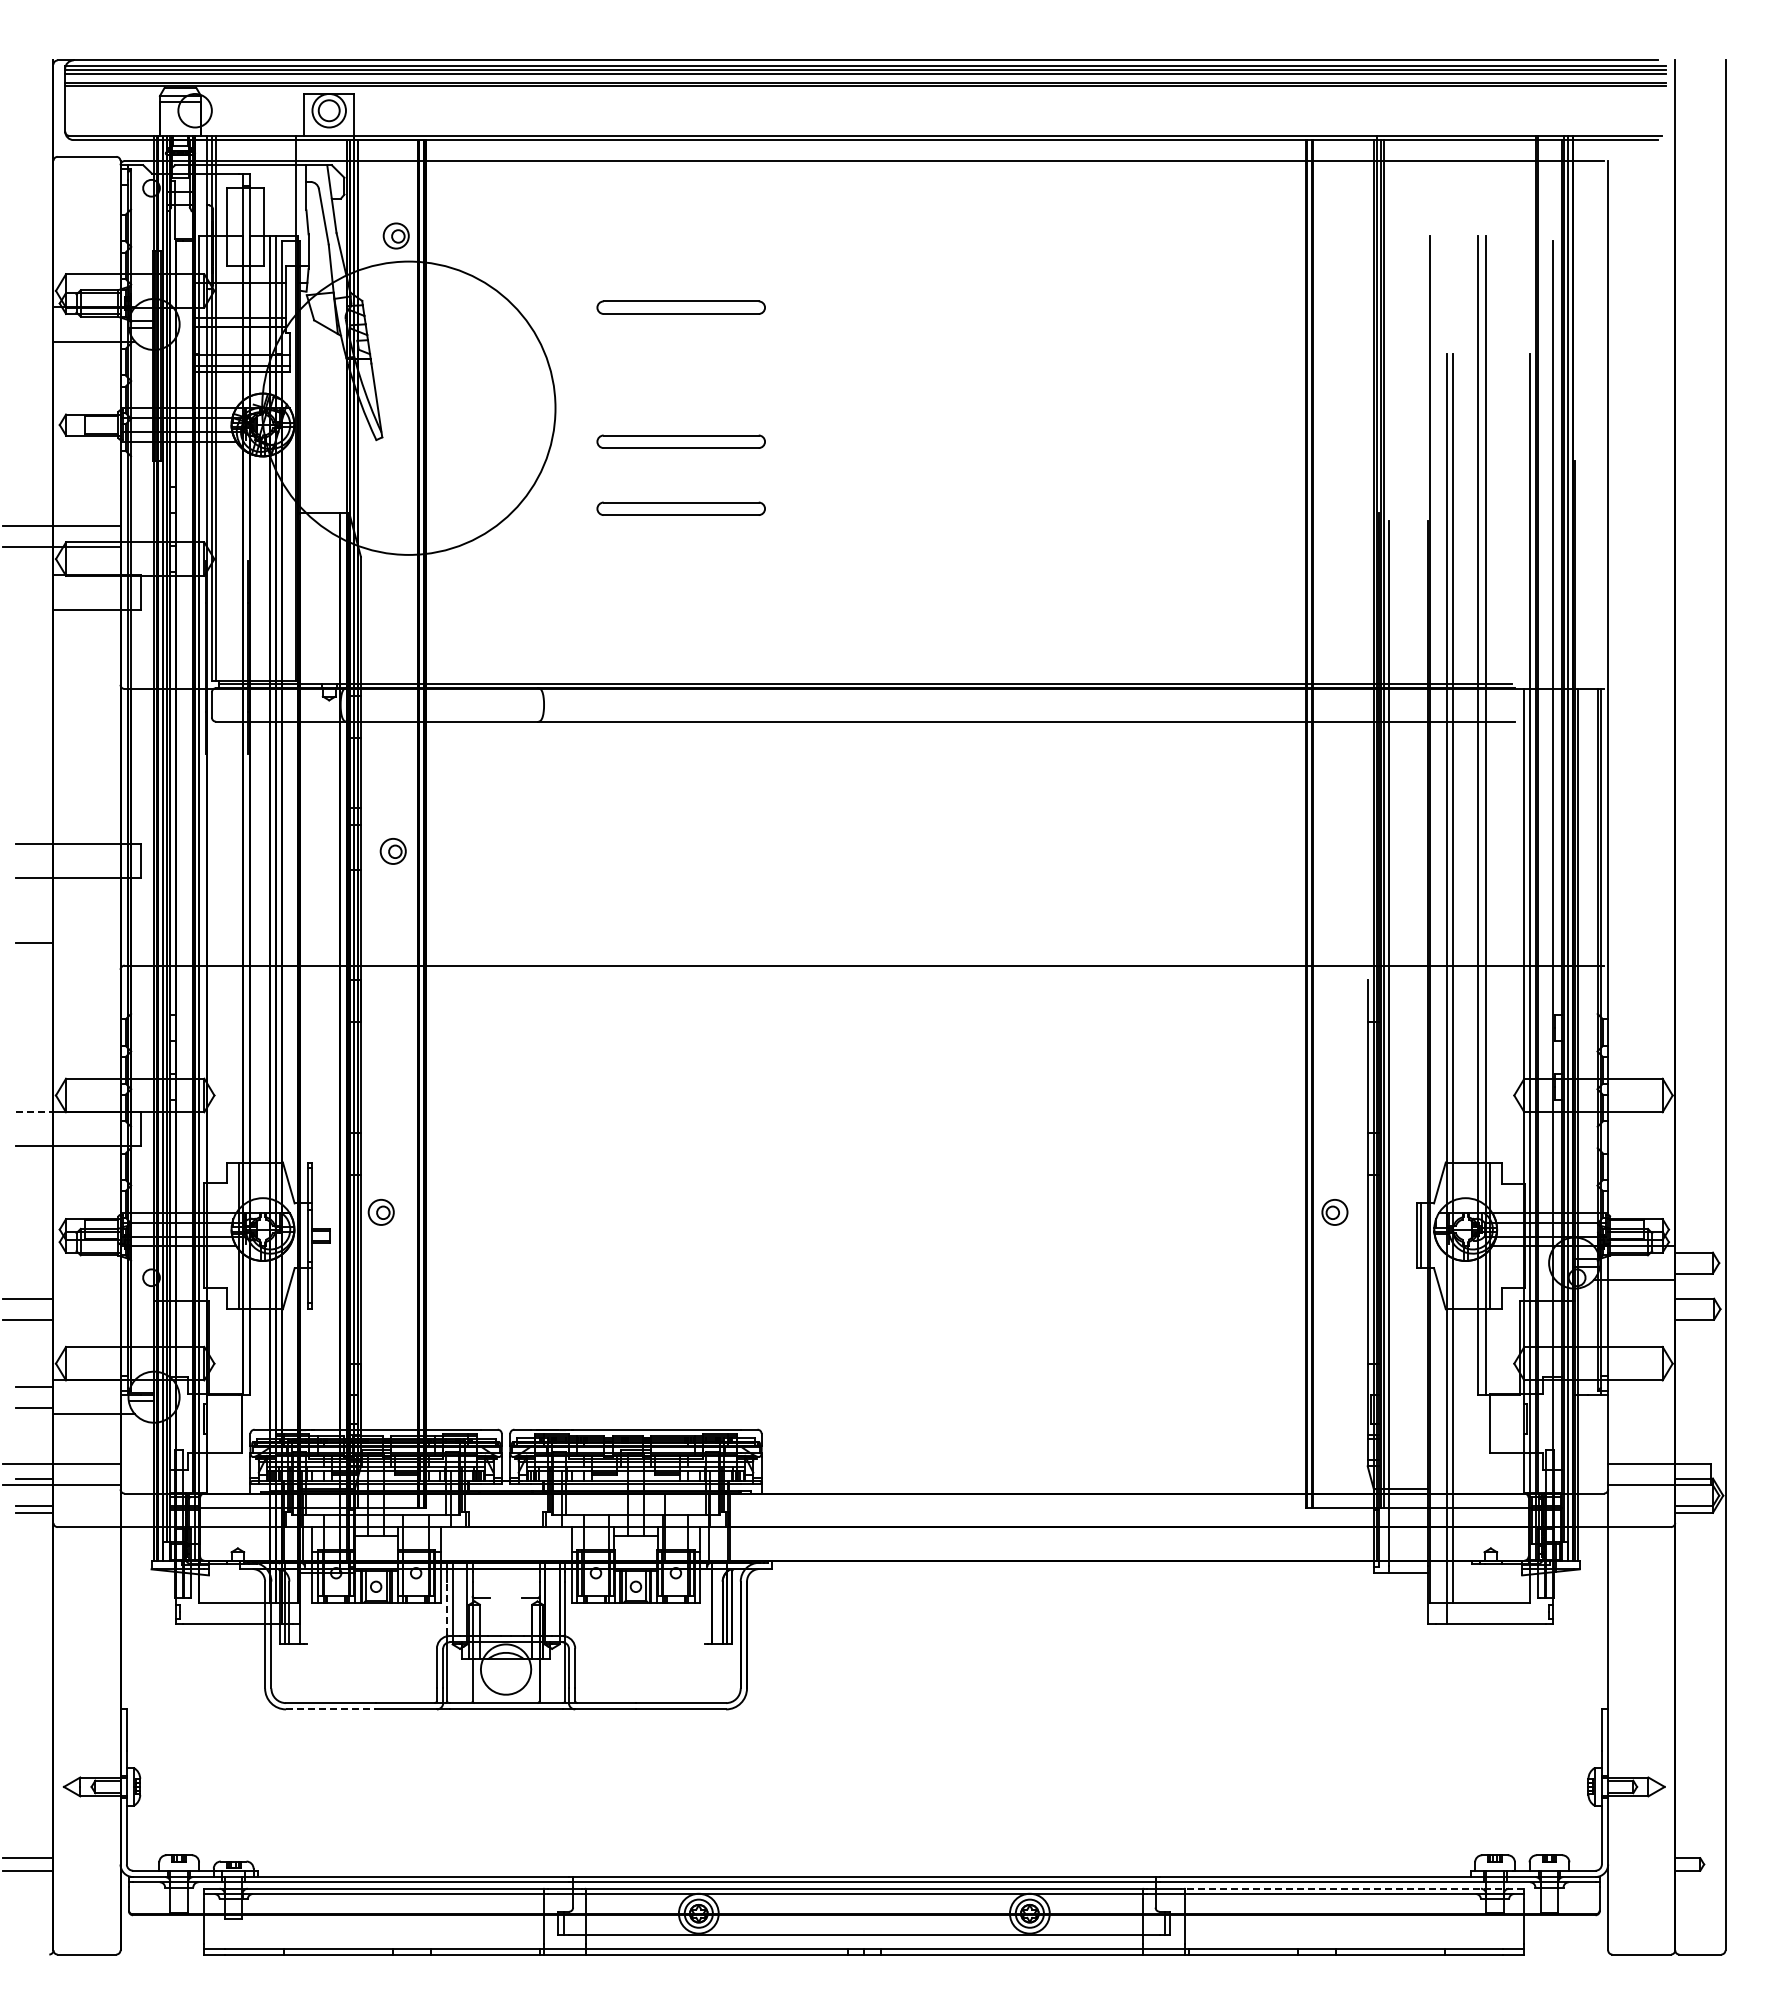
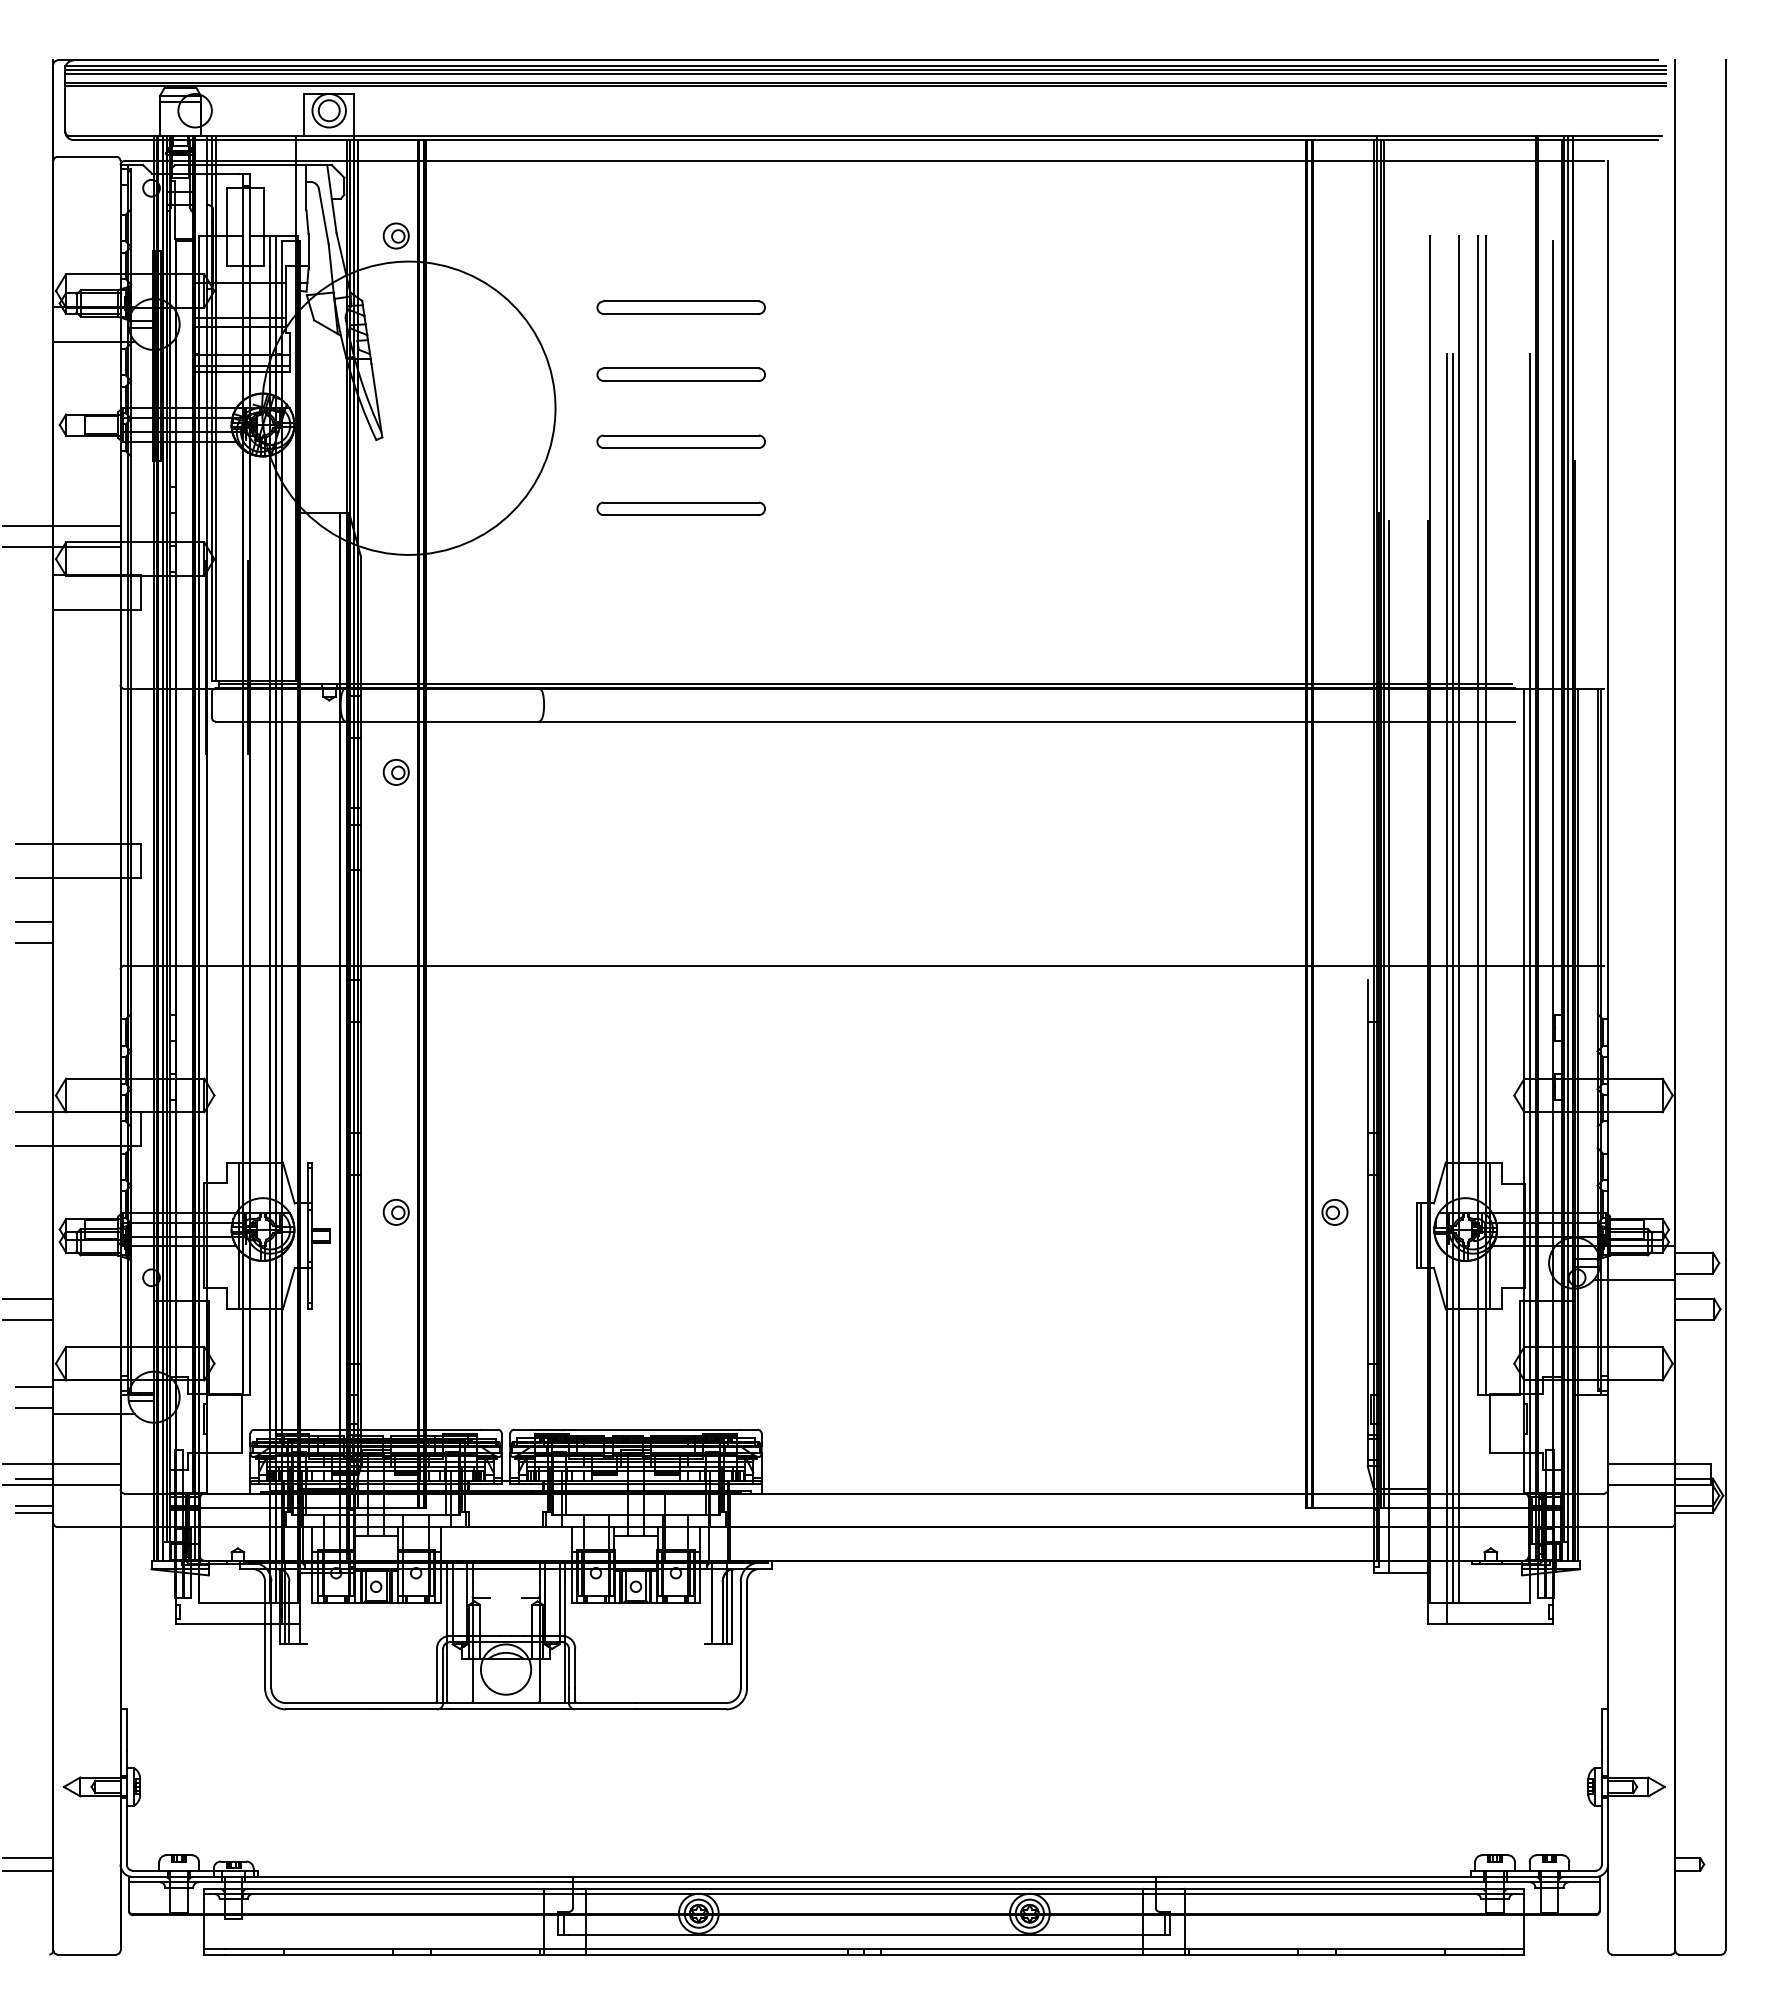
part at (680, 374): none -> present
part at (392, 851) position: (392, 851) -> (395, 772)
line at (1458, 919): none -> present
line at (34, 921): none -> present
line at (34, 1111): dashed -> solid
part at (380, 1212) position: (380, 1212) -> (395, 1212)
line at (447, 1607): dashed -> solid
line at (331, 1709): dashed -> solid
line at (1353, 1888): dashed -> solid
